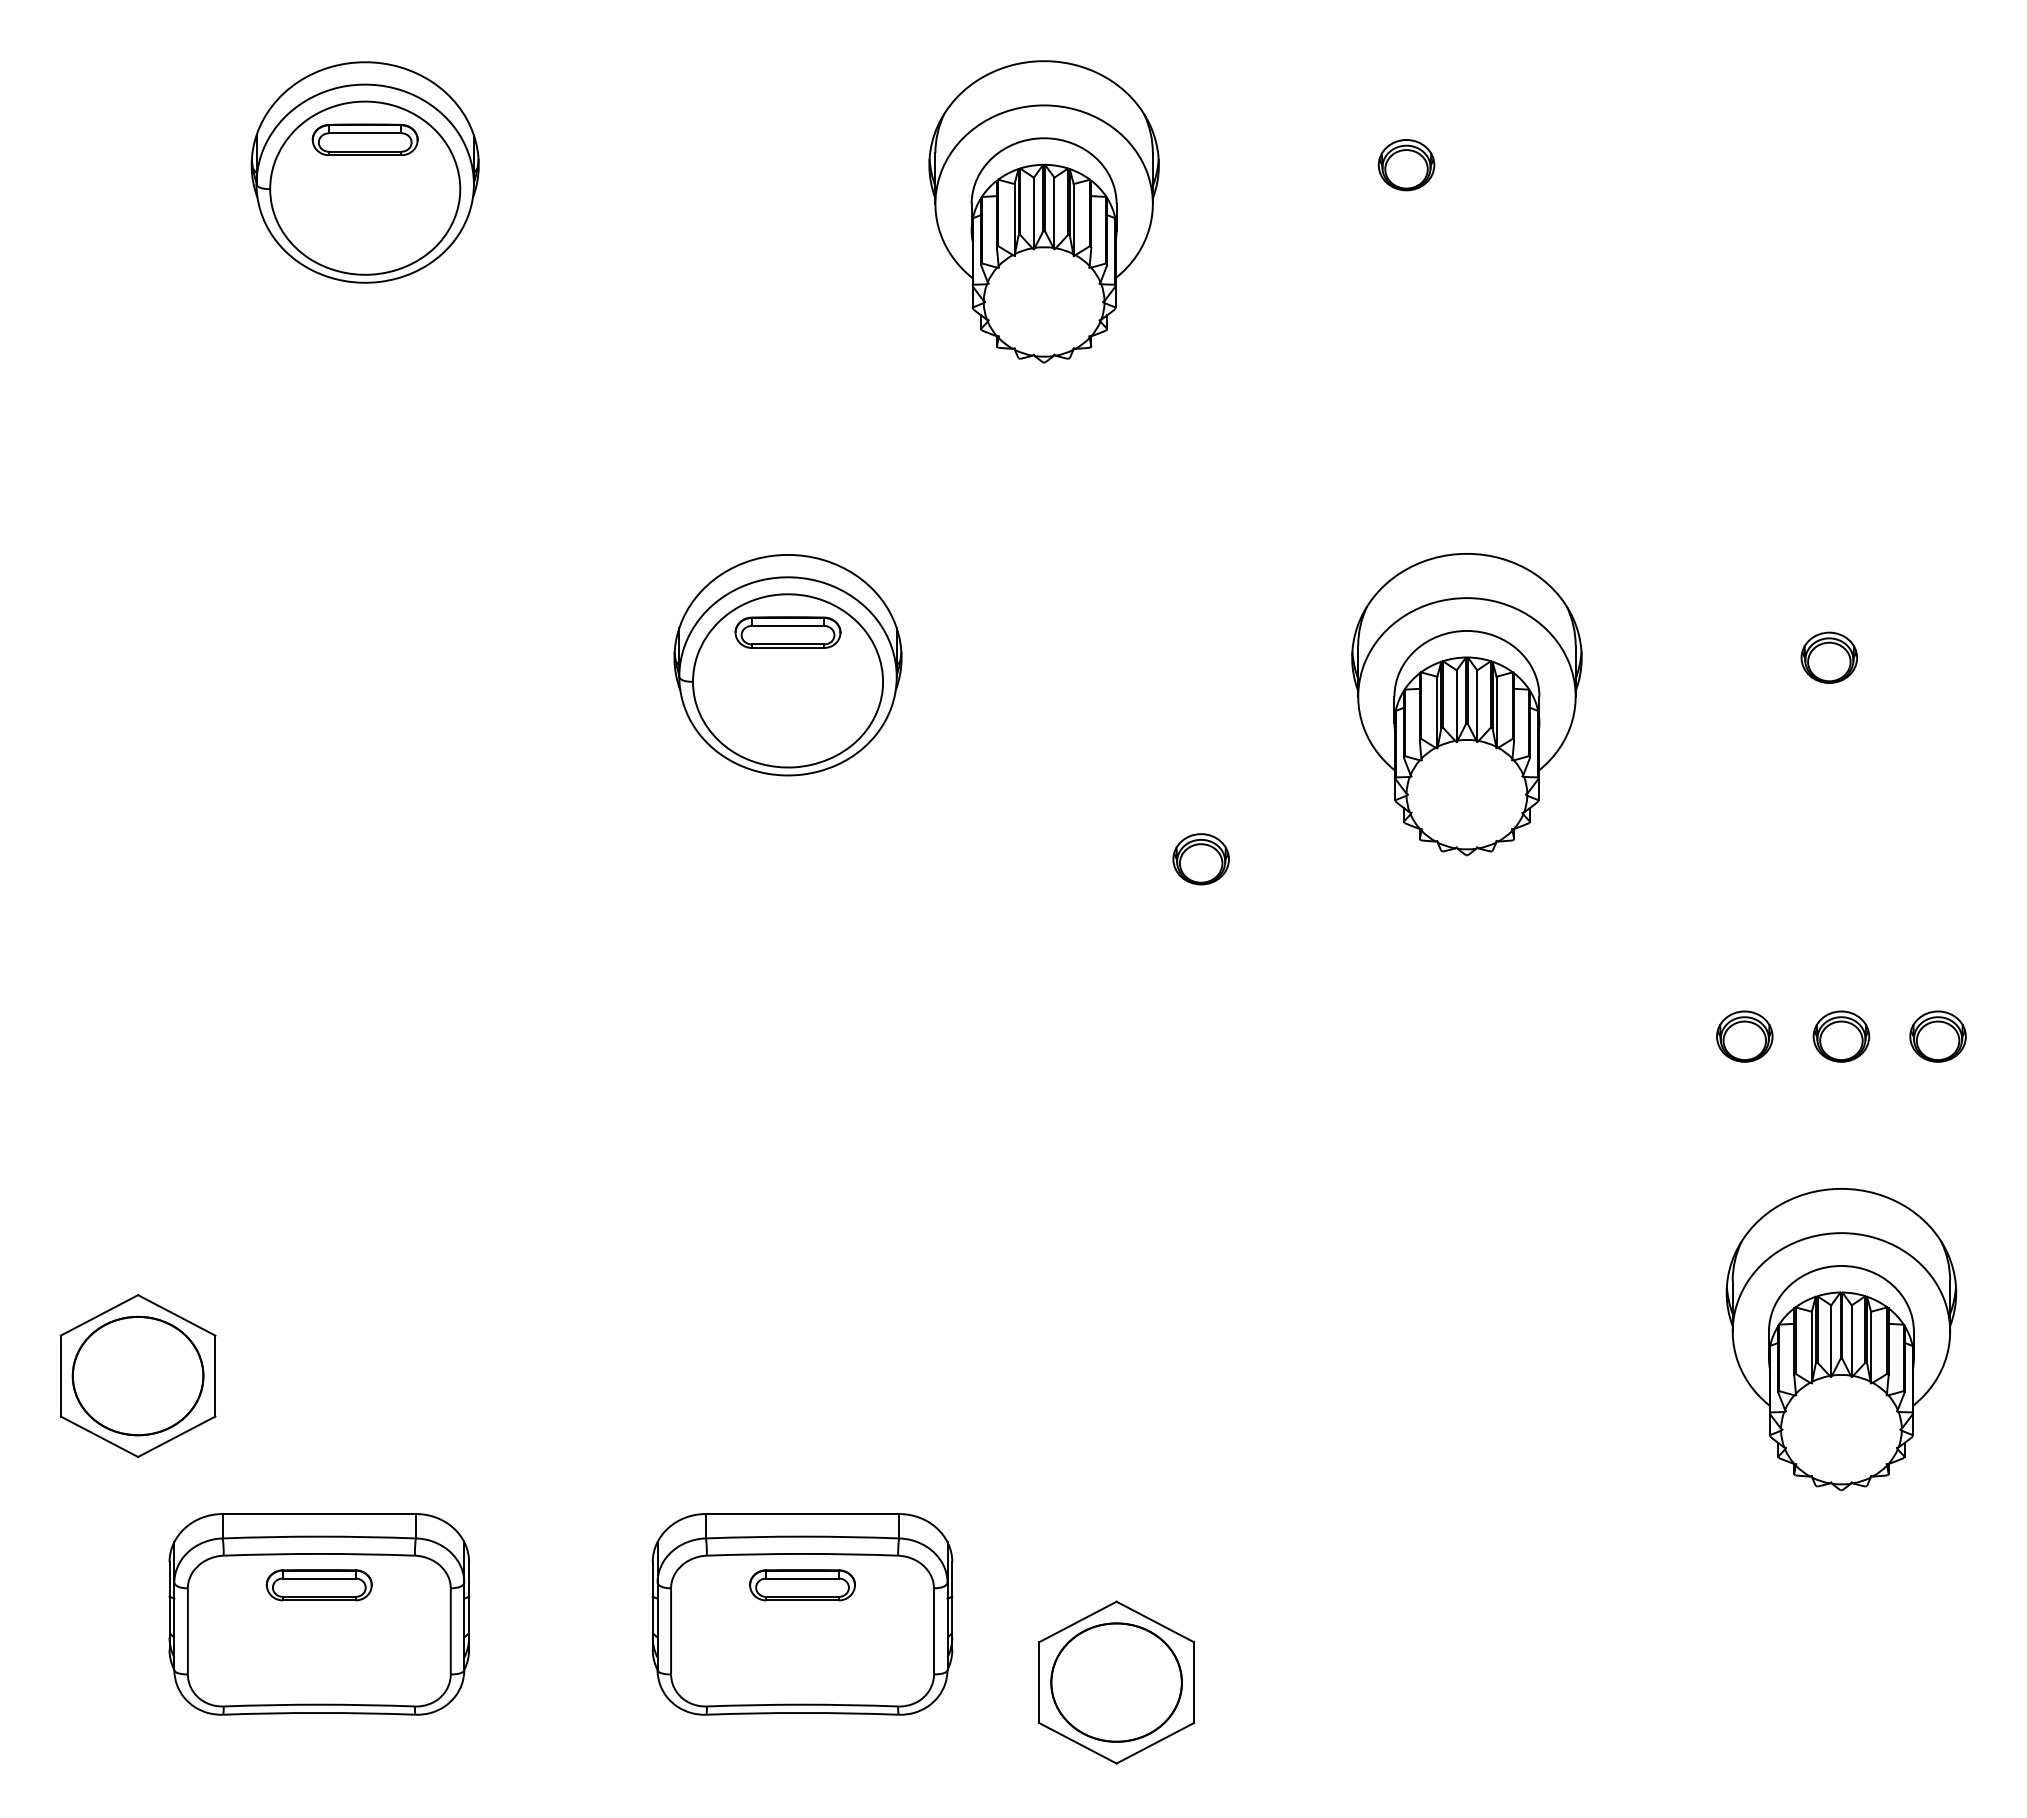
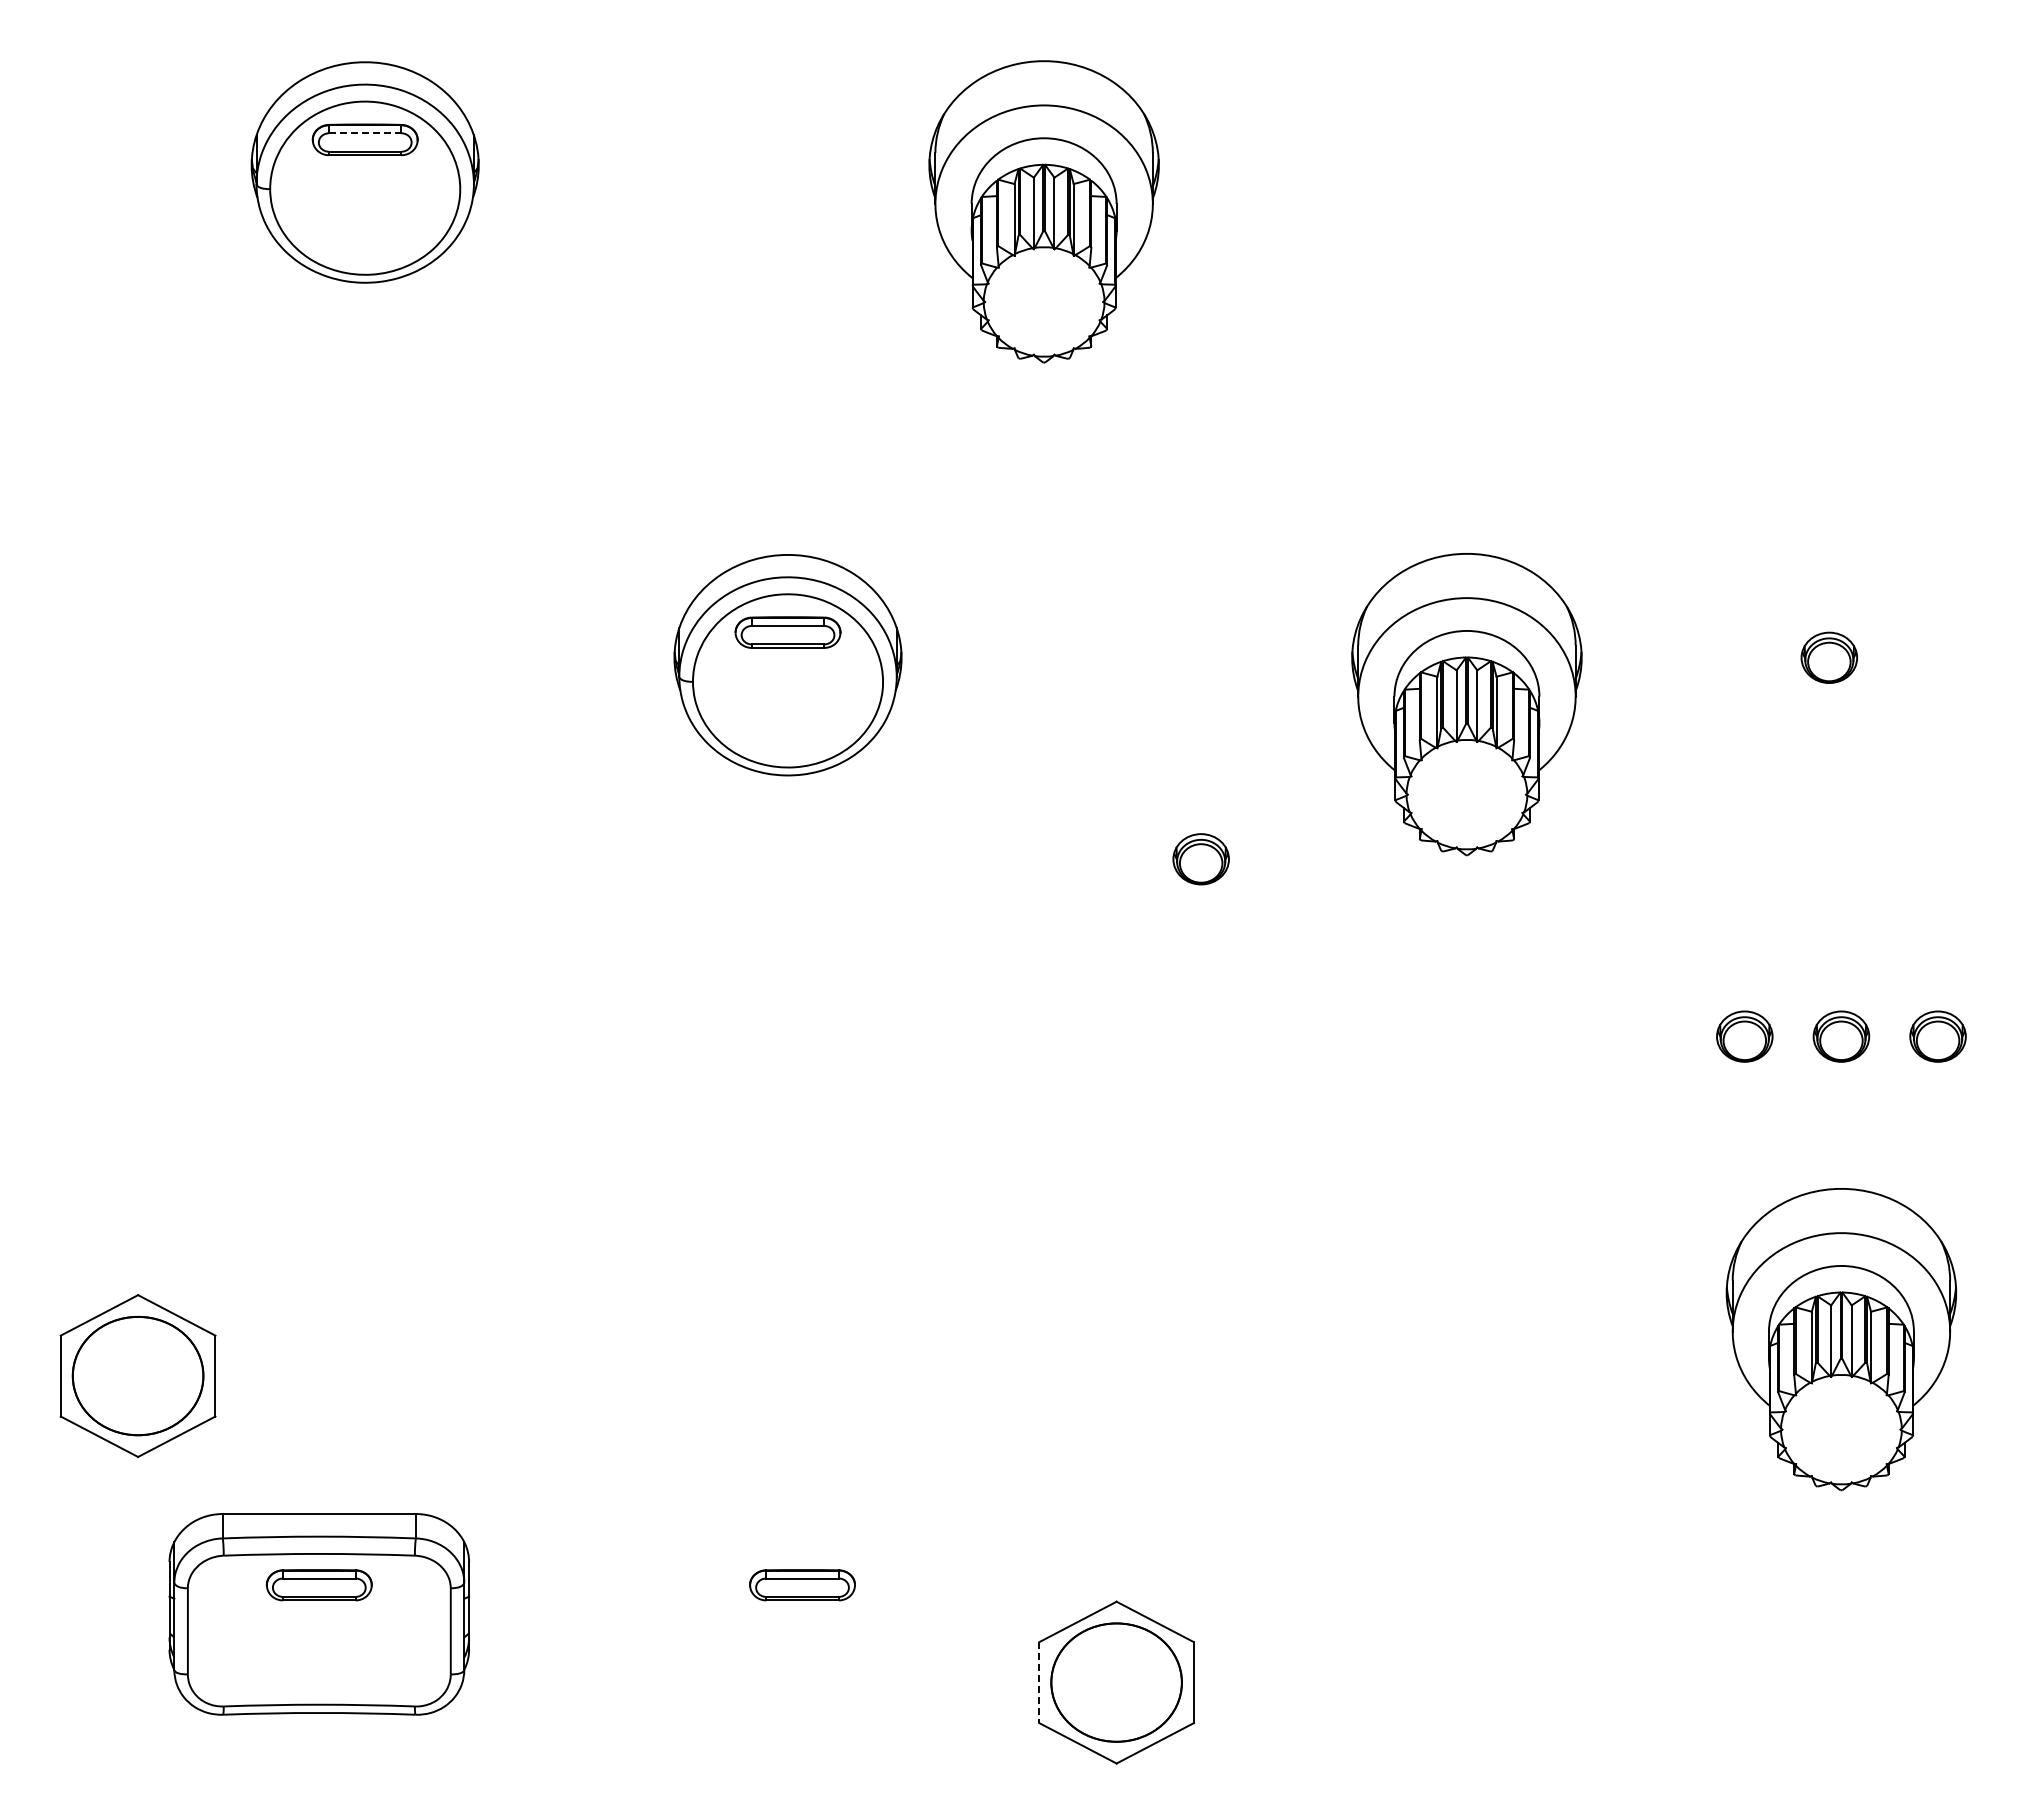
line at (365, 133): solid -> dashed
part at (1406, 165): present -> none
part at (802, 1614): present -> none
line at (1039, 1683): solid -> dashed
